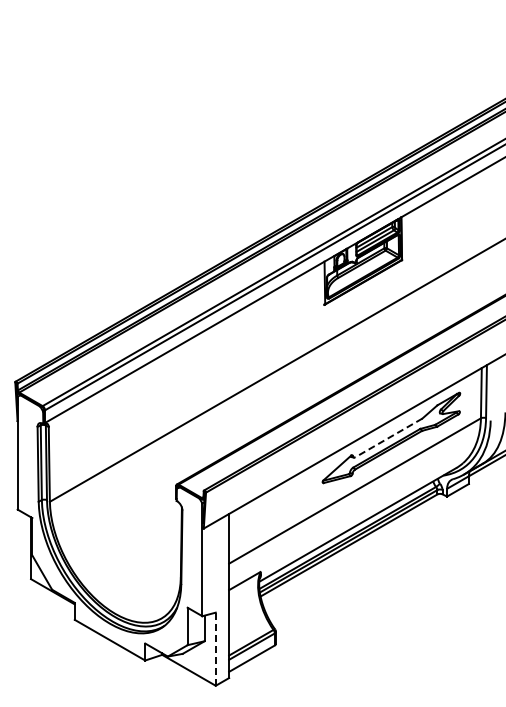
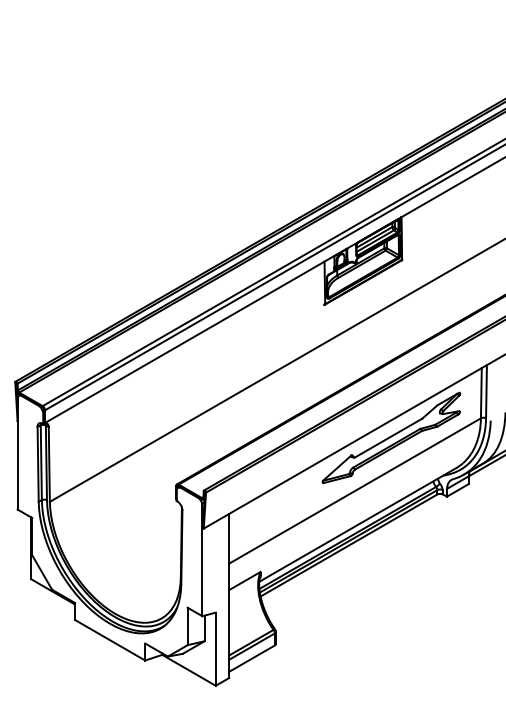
line at (388, 437): dashed -> solid
line at (215, 649): dashed -> solid
